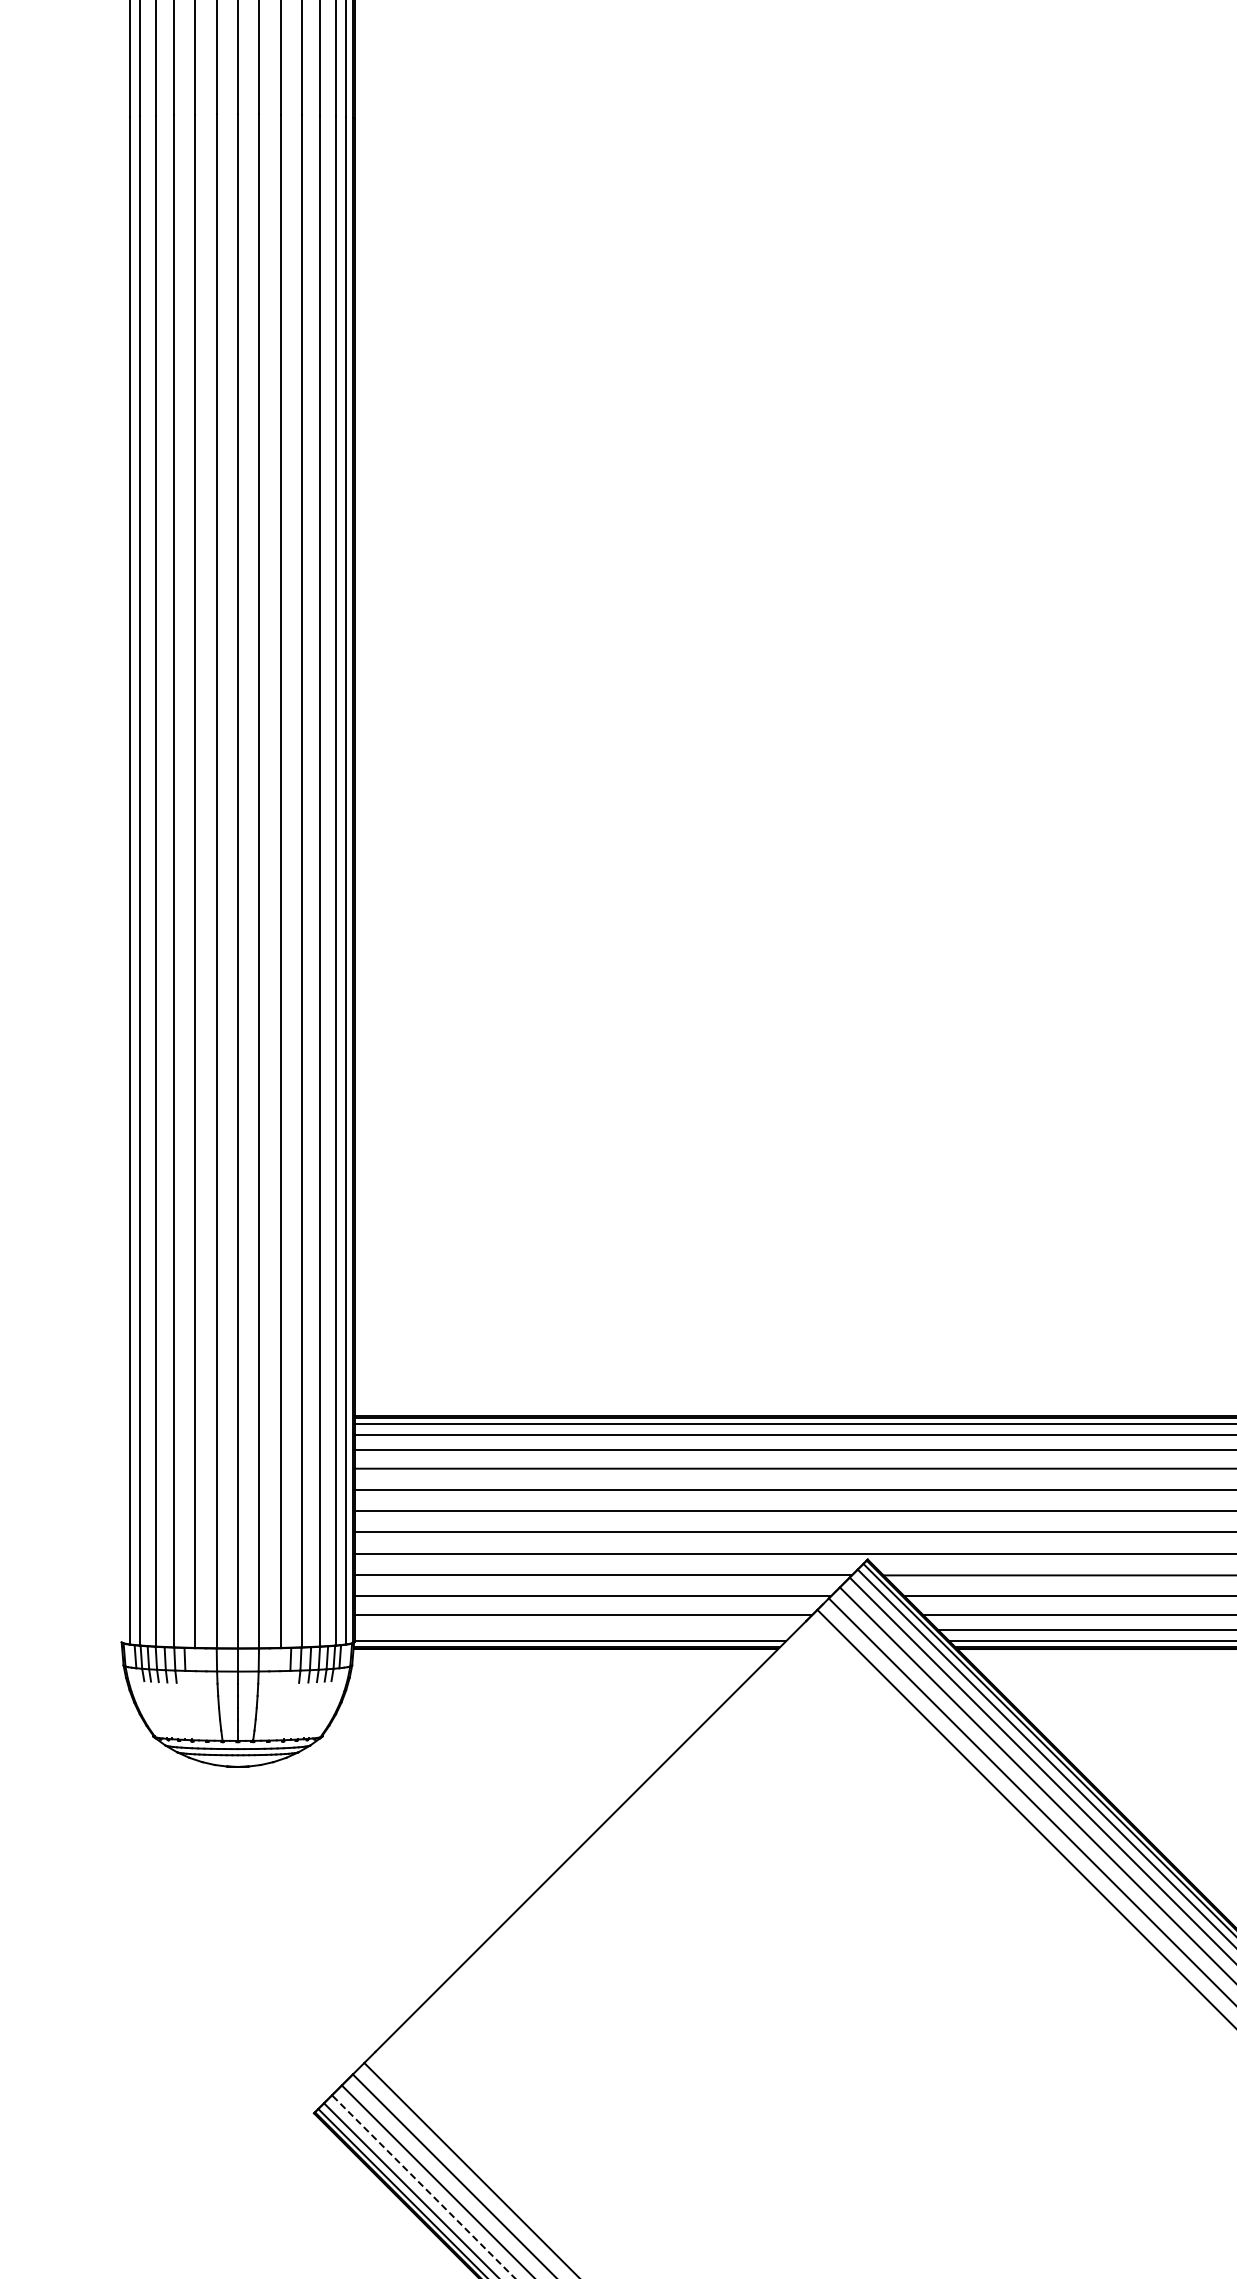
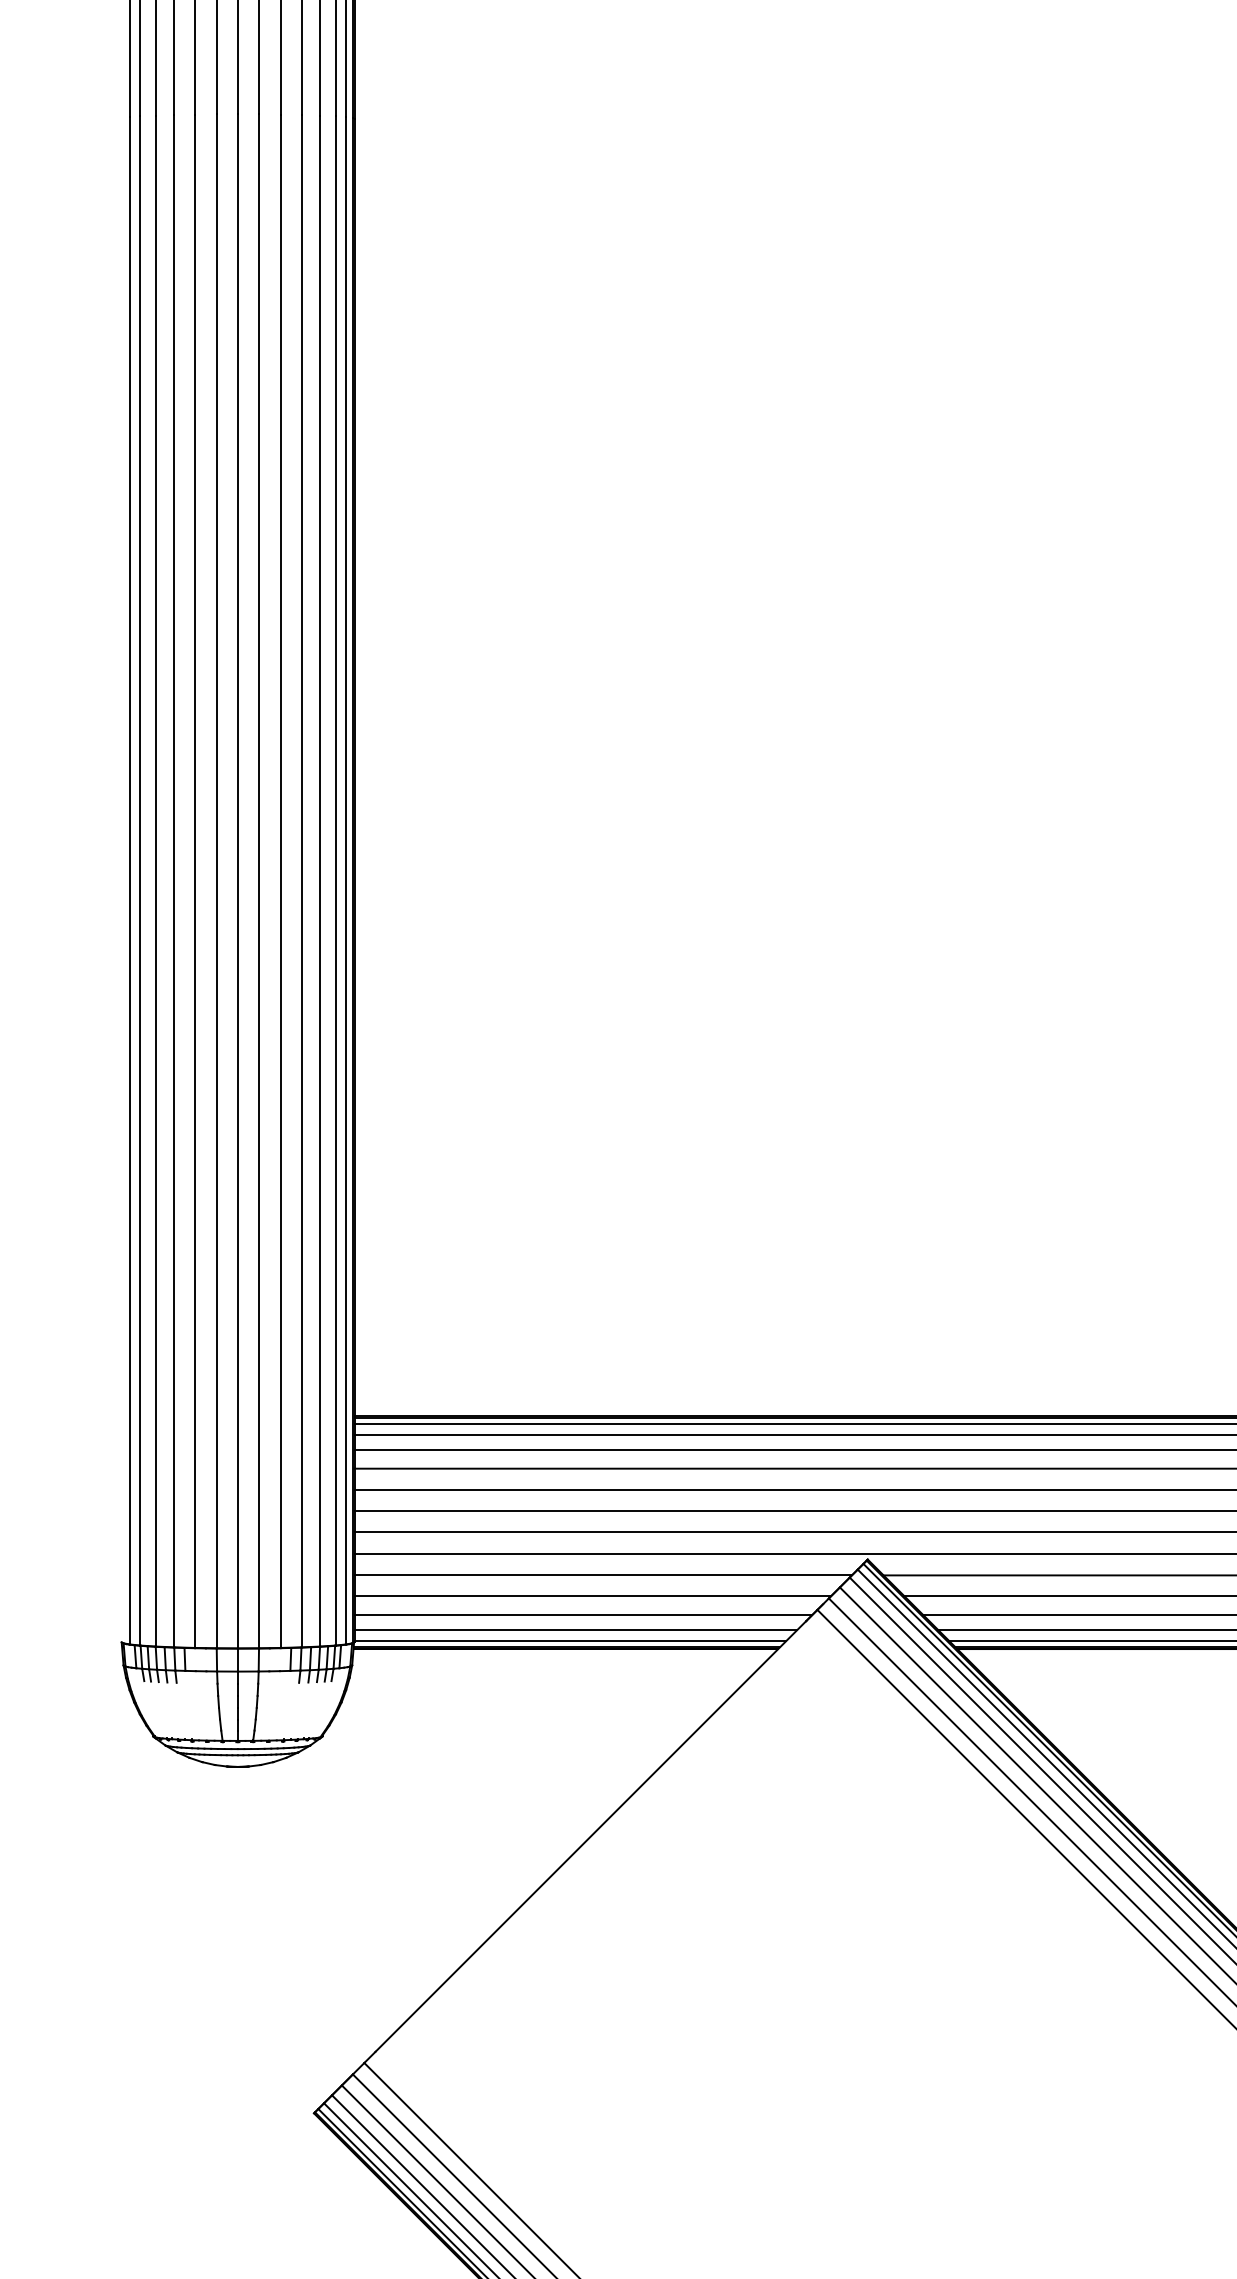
line at (575, 1630): none -> present
line at (423, 2186): dashed -> solid
